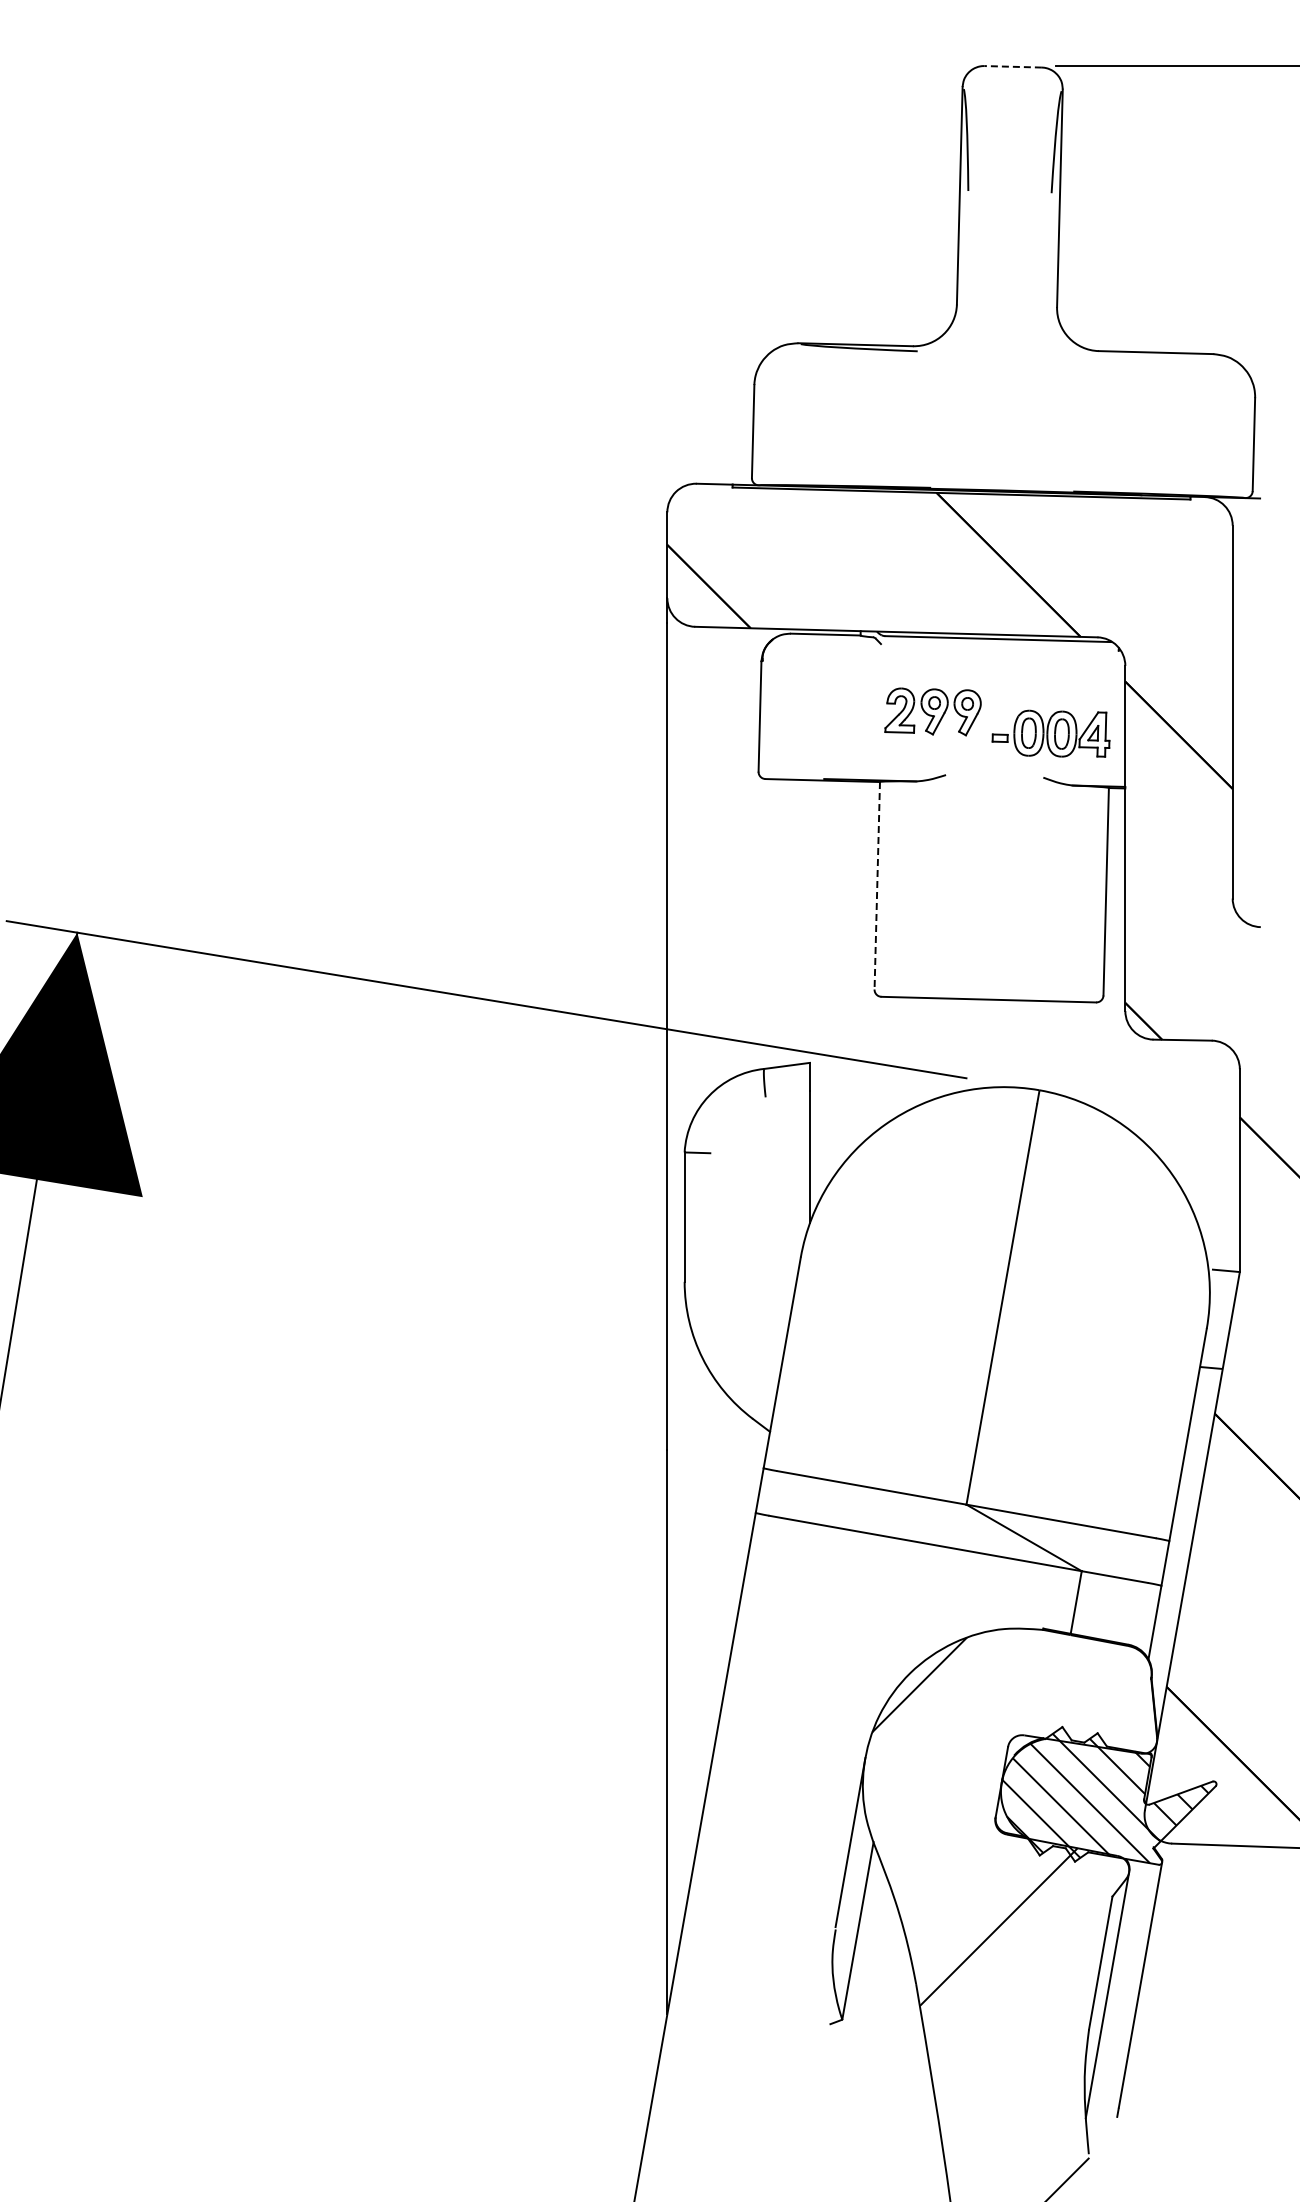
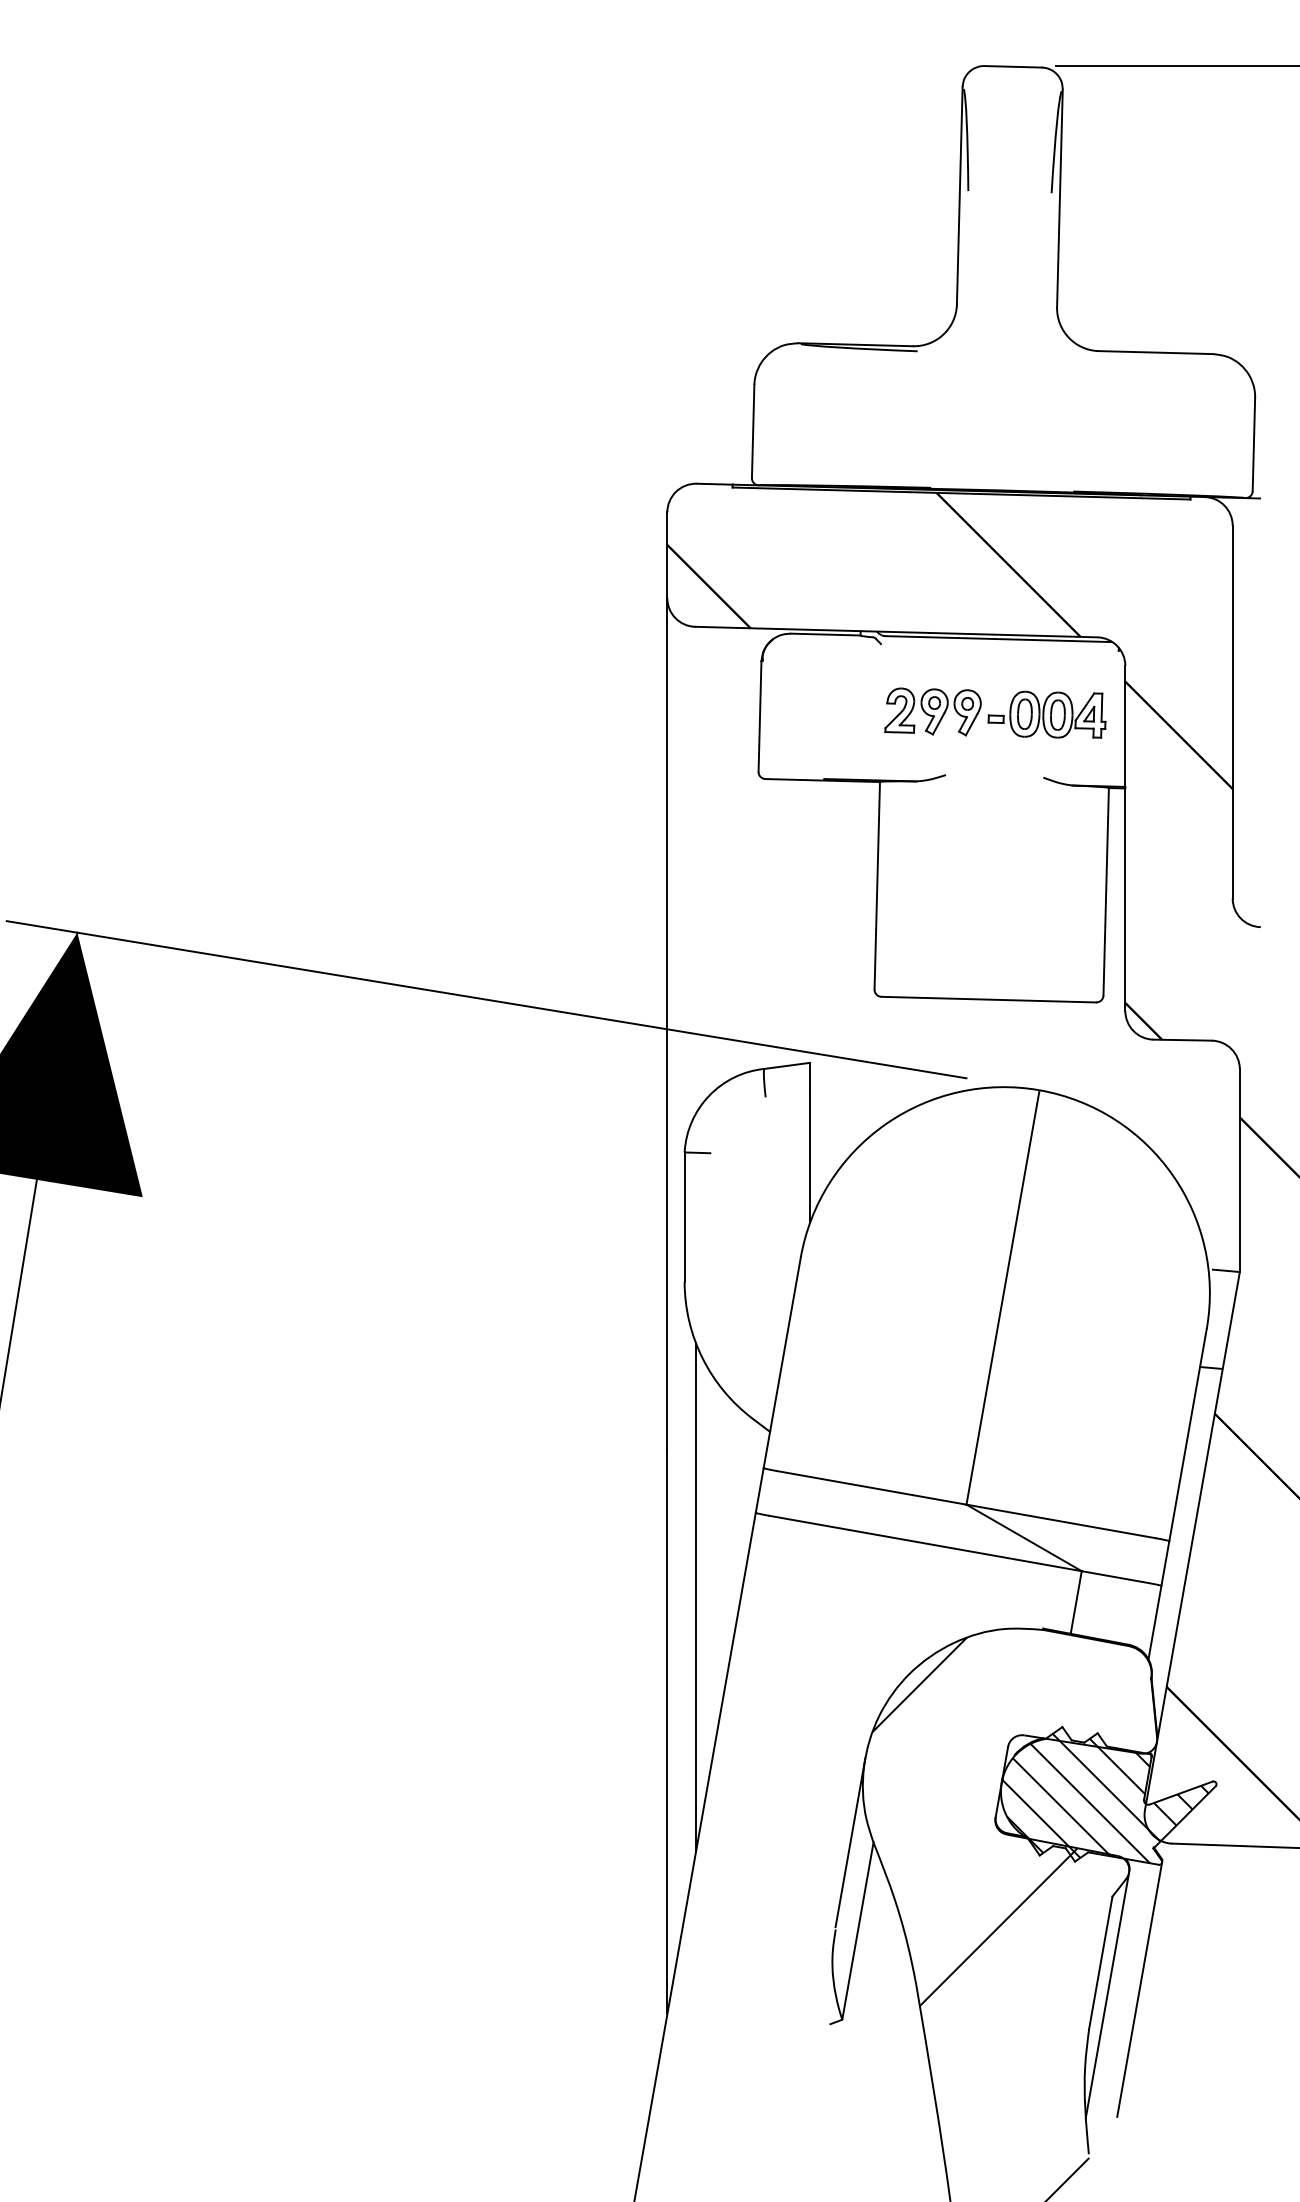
line at (1013, 66): dashed -> solid
part at (1050, 733) position: (1050, 733) -> (1046, 714)
line at (877, 885): dashed -> solid
line at (695, 1597): none -> present
